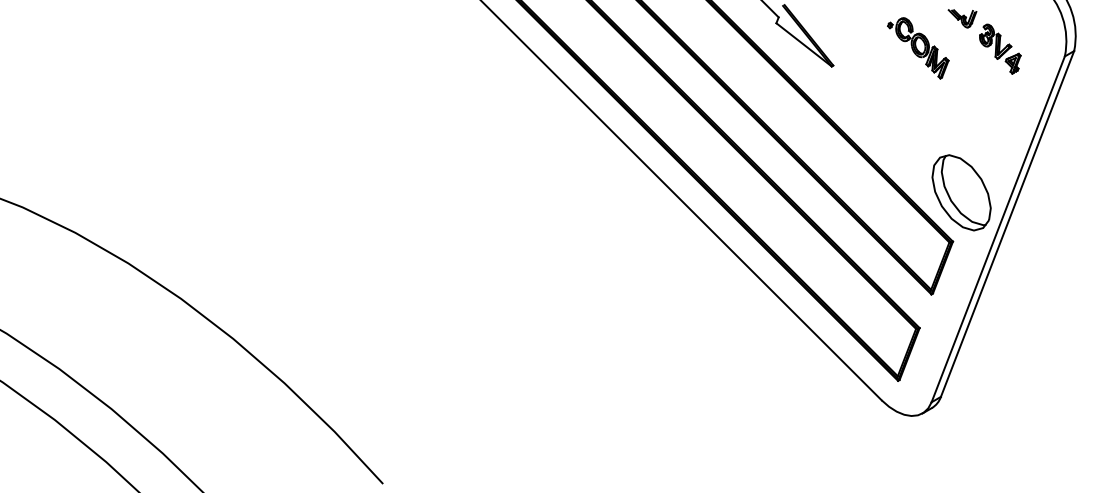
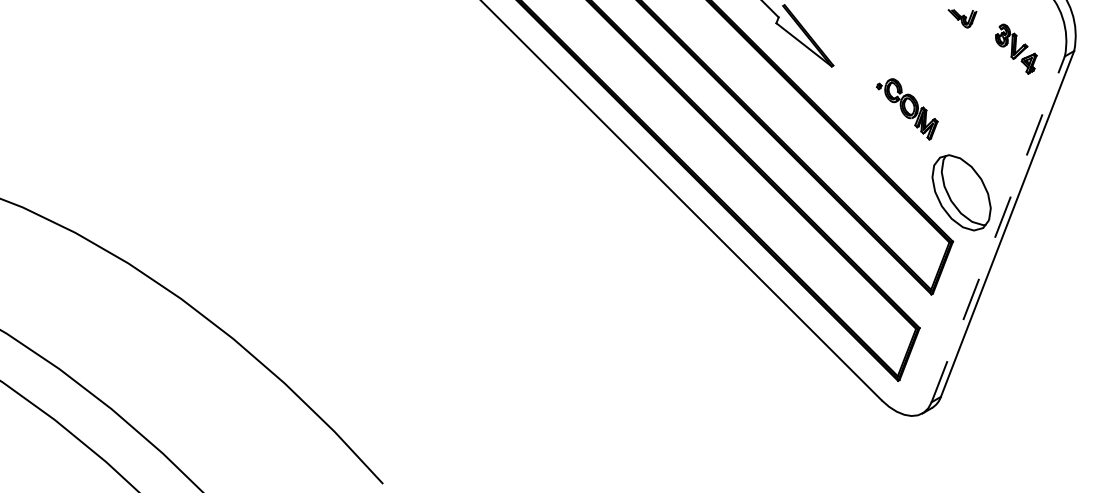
part at (918, 48) position: (918, 48) -> (907, 109)
part at (1000, 48) position: (1000, 48) -> (1016, 48)
line at (998, 228): solid -> dashed
